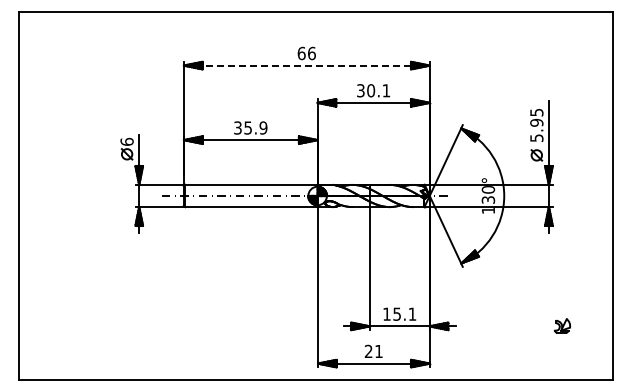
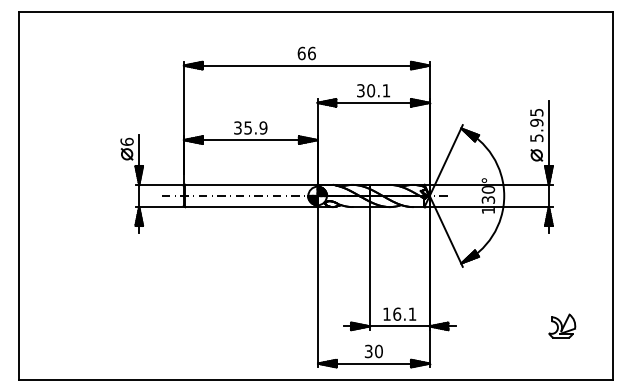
line at (306, 65): dashed -> solid
text at (397, 313): 15.1 -> 16.1
part at (562, 325) size: 19x16 px -> 29x26 px
text at (373, 351): 21 -> 30
